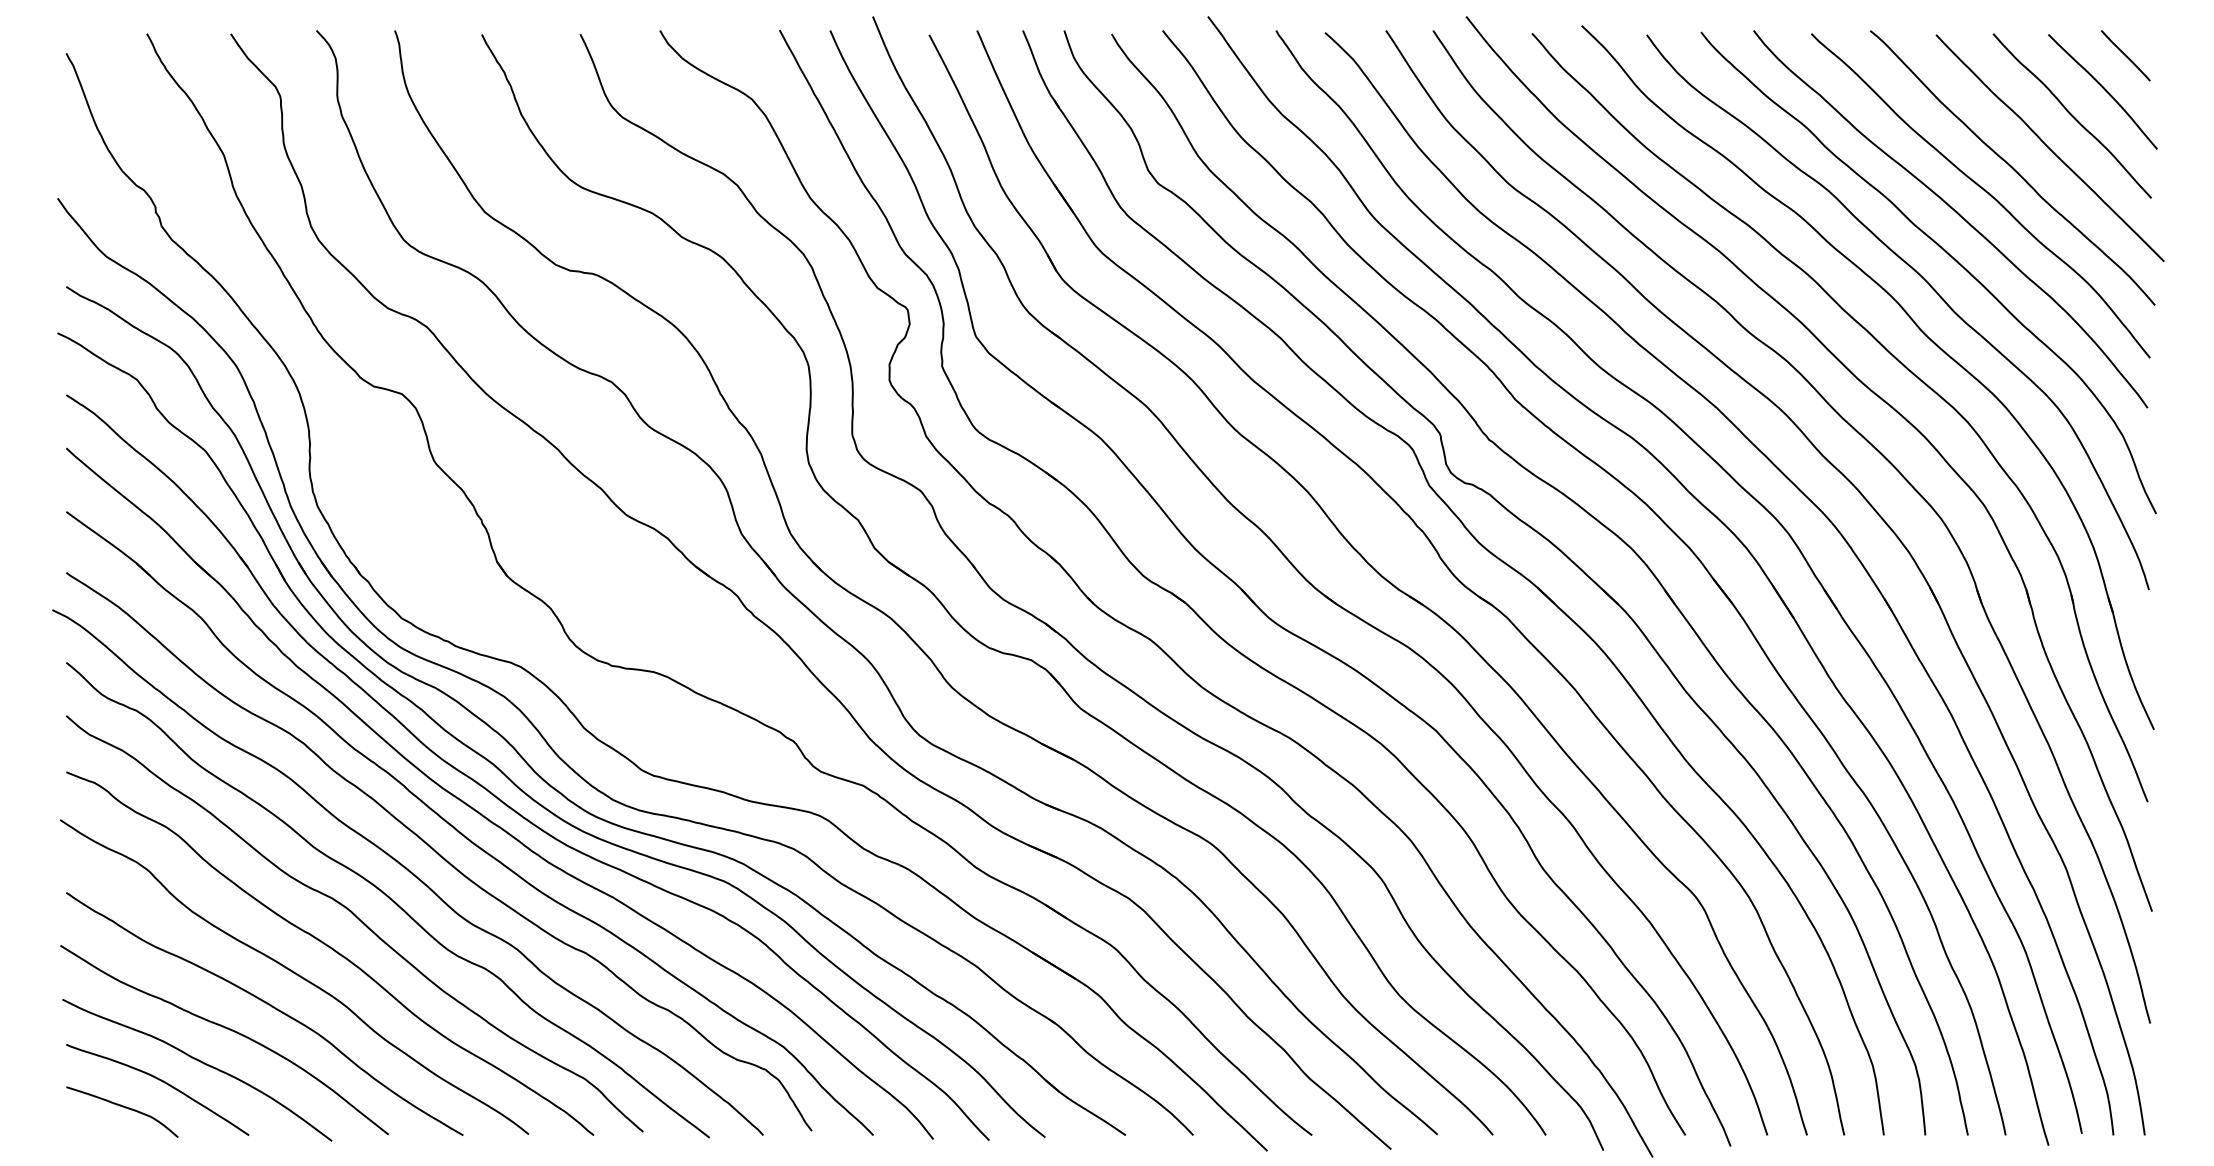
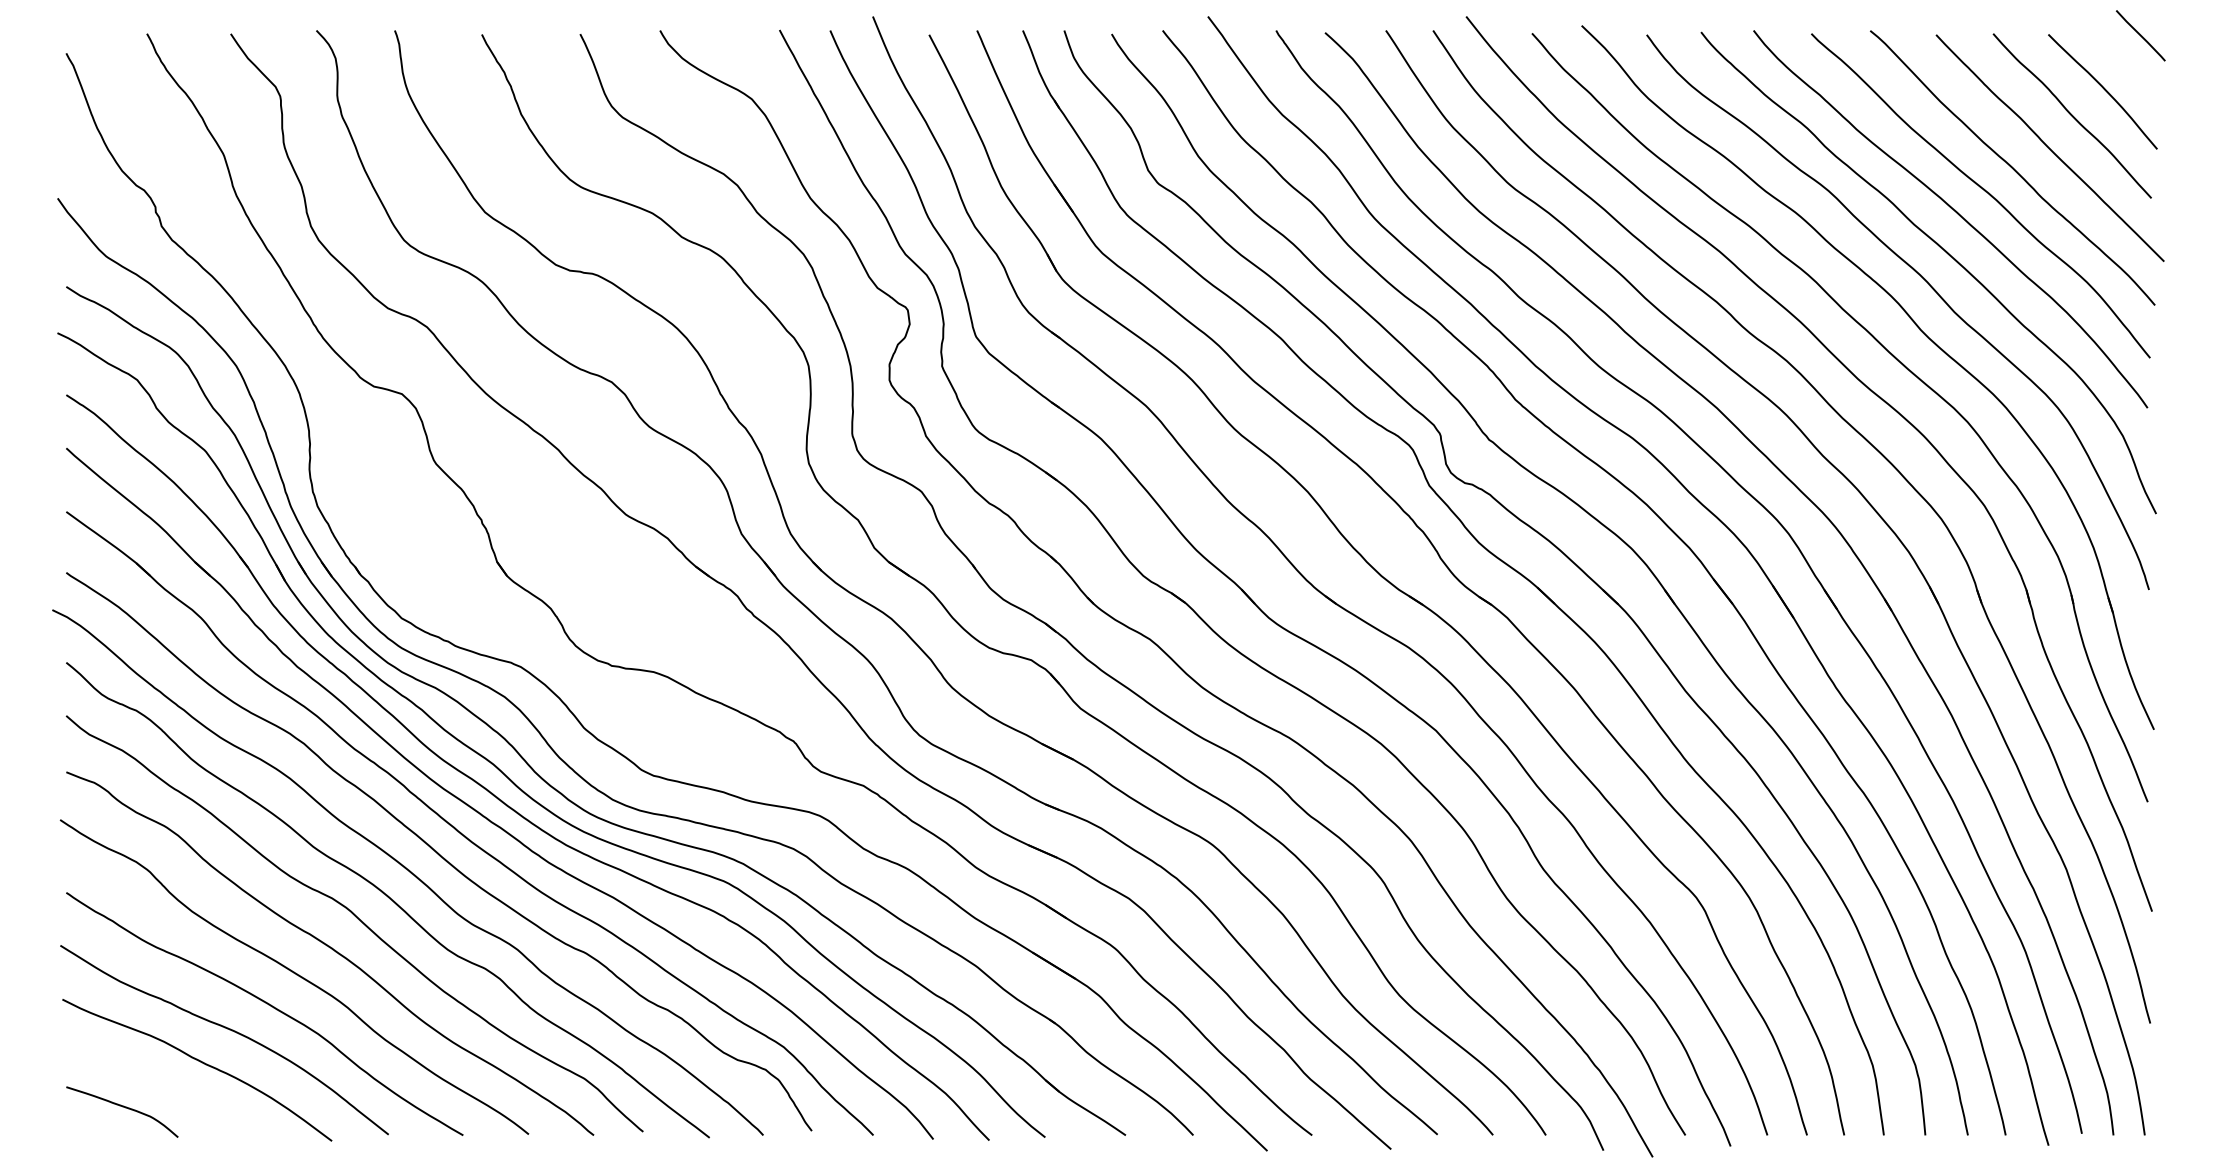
line at (2125, 55) position: (2125, 55) -> (2140, 35)
curve at (160, 1081): present -> none
